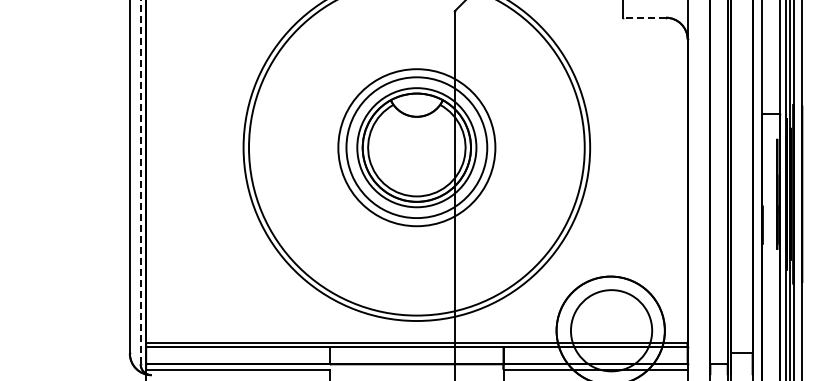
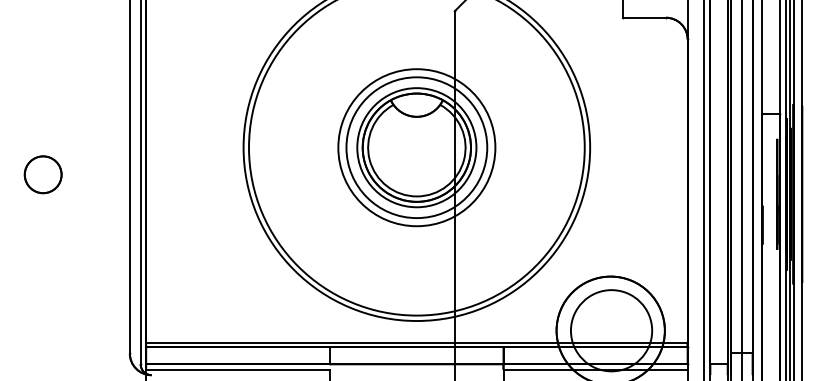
line at (644, 17): dashed -> solid
part at (42, 174): none -> present
line at (140, 182): dashed -> solid
line at (703, 189): none -> present
line at (741, 189): none -> present
